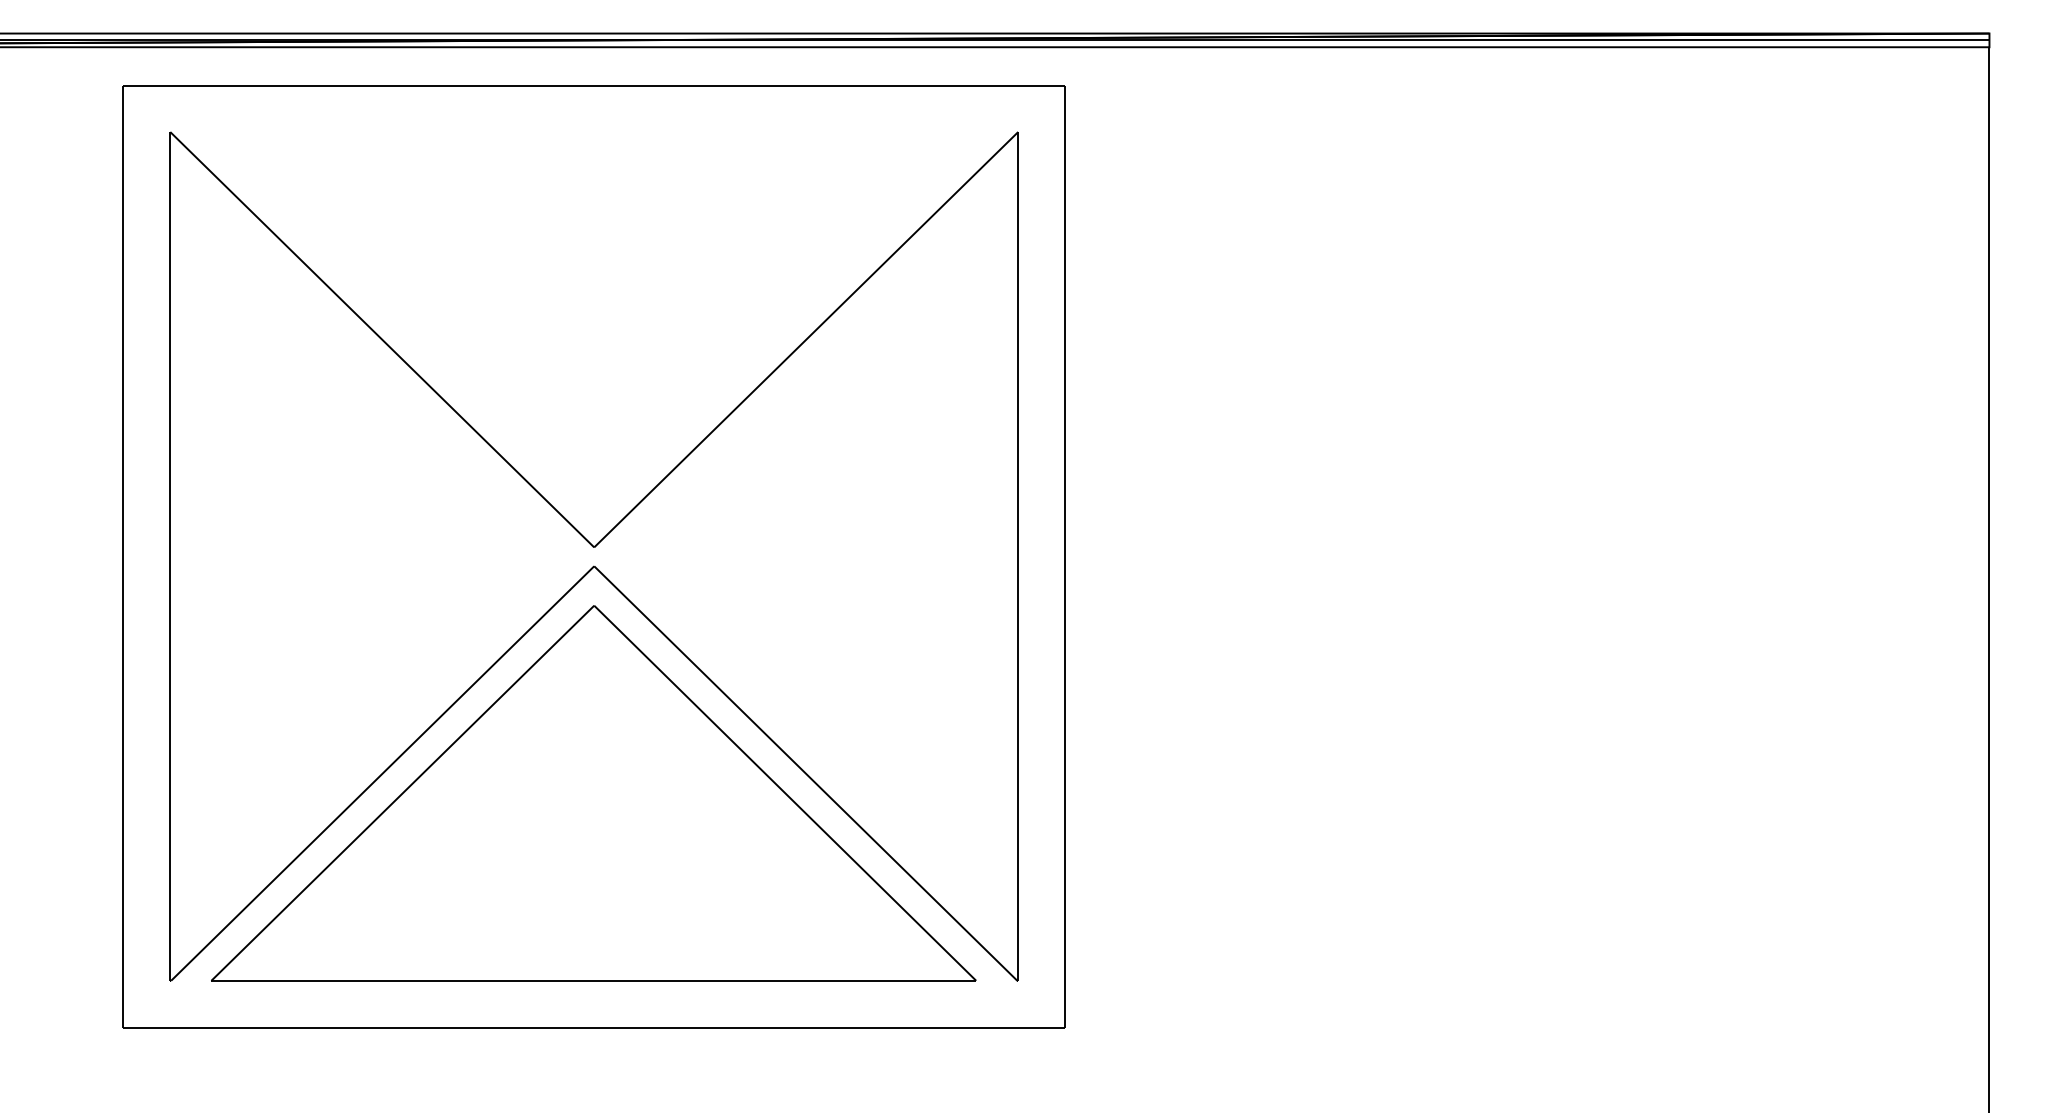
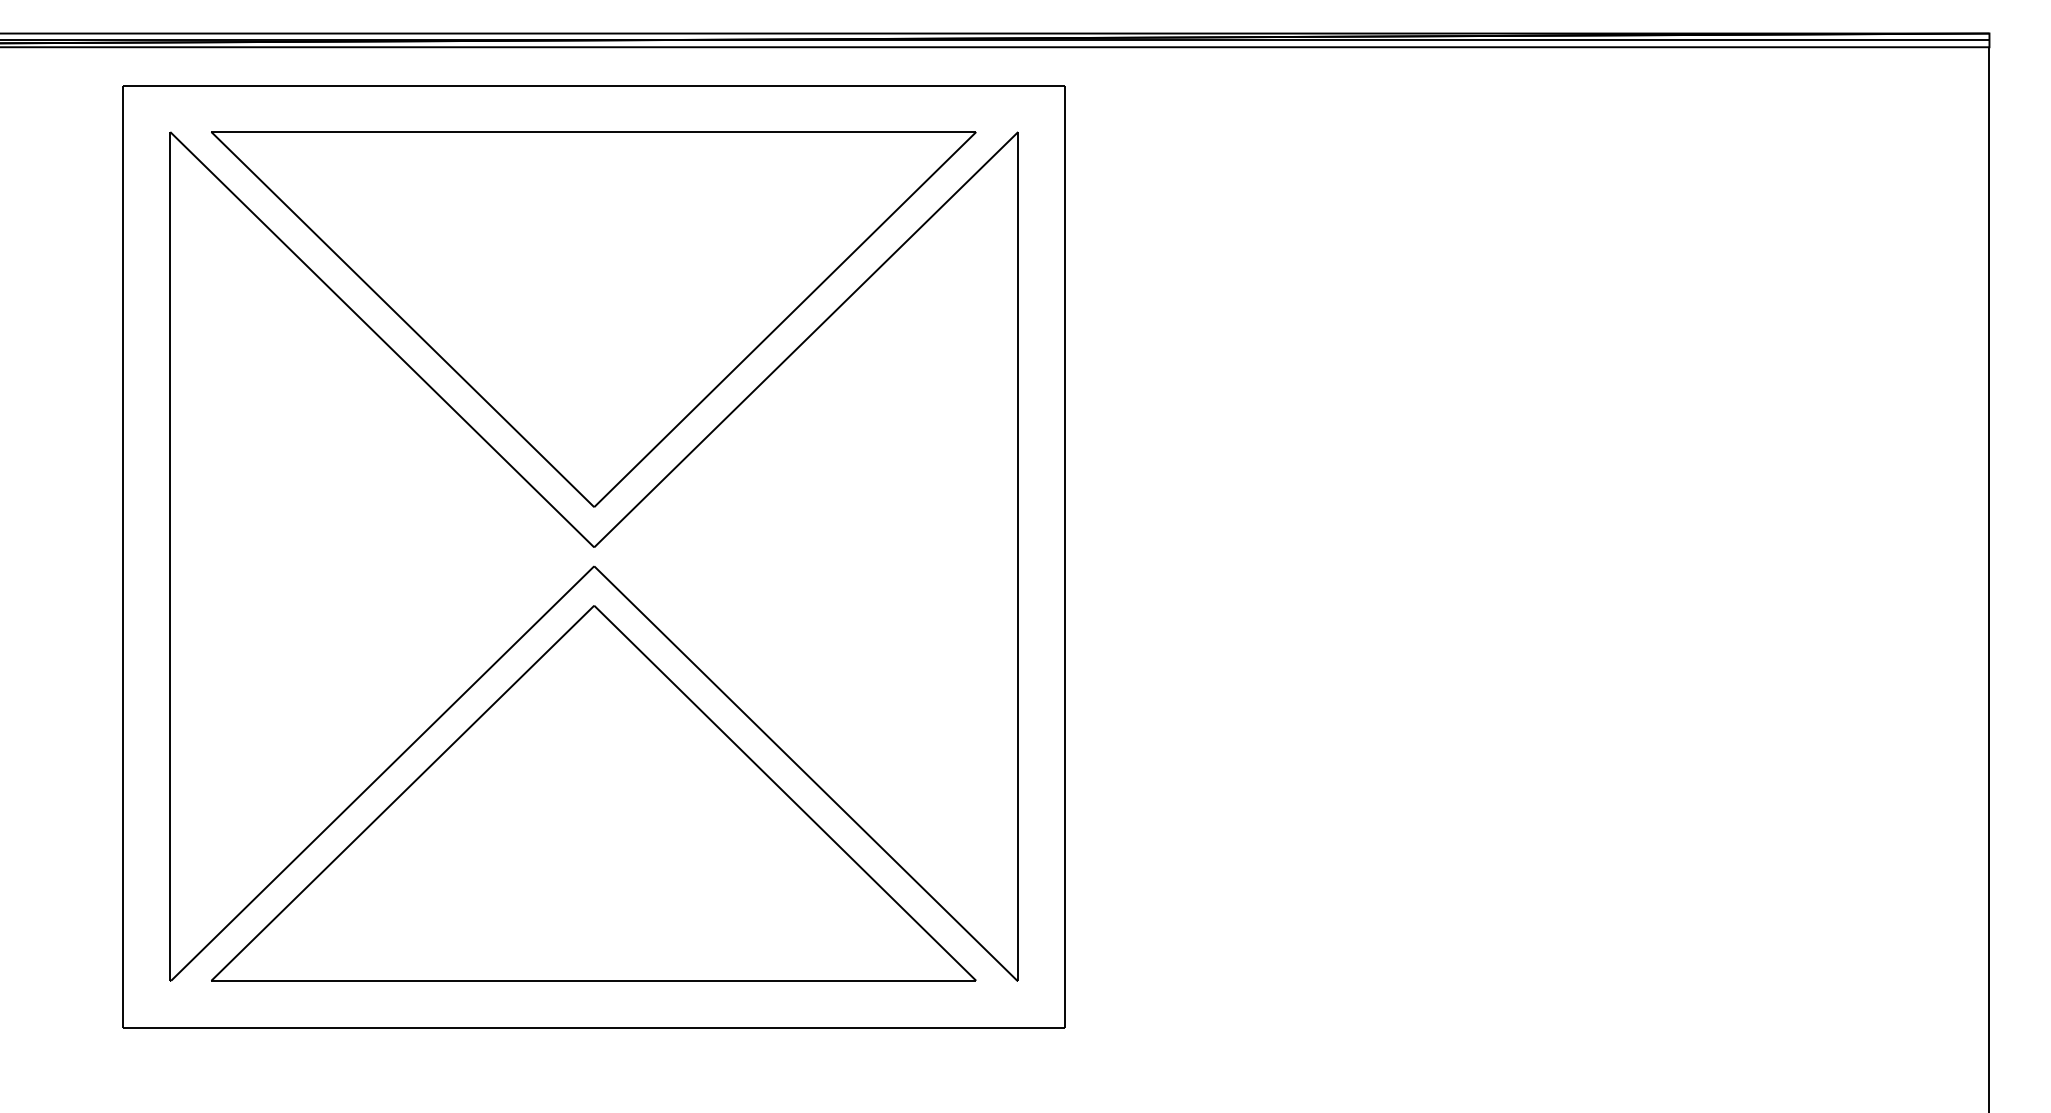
part at (593, 319): none -> present
